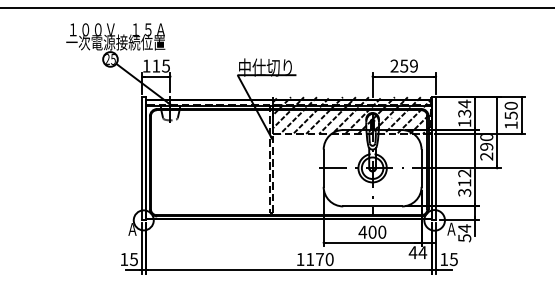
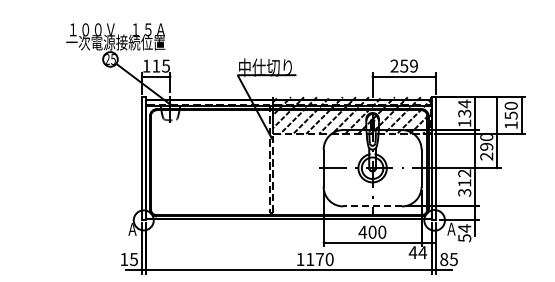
line at (276, 8): present -> none
line at (372, 206): solid -> dashed
text at (444, 259): 15 -> 85
